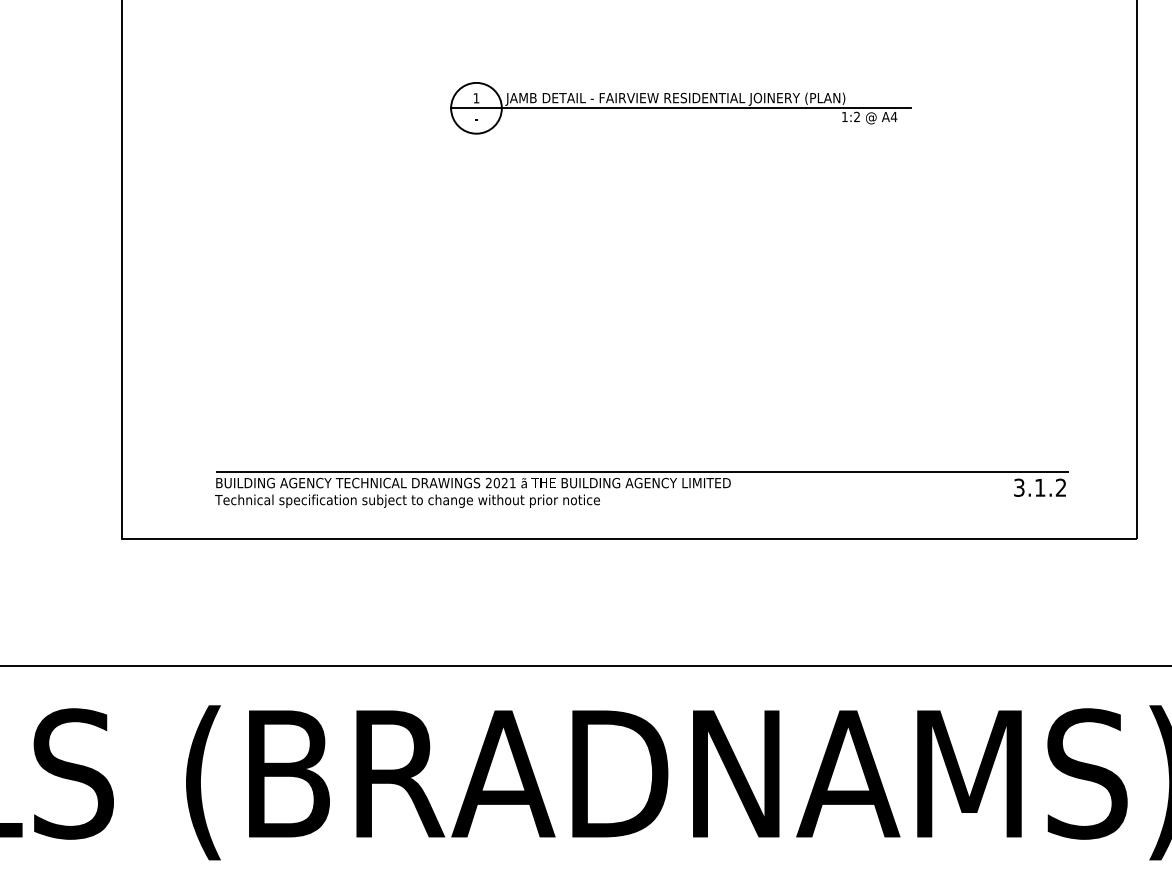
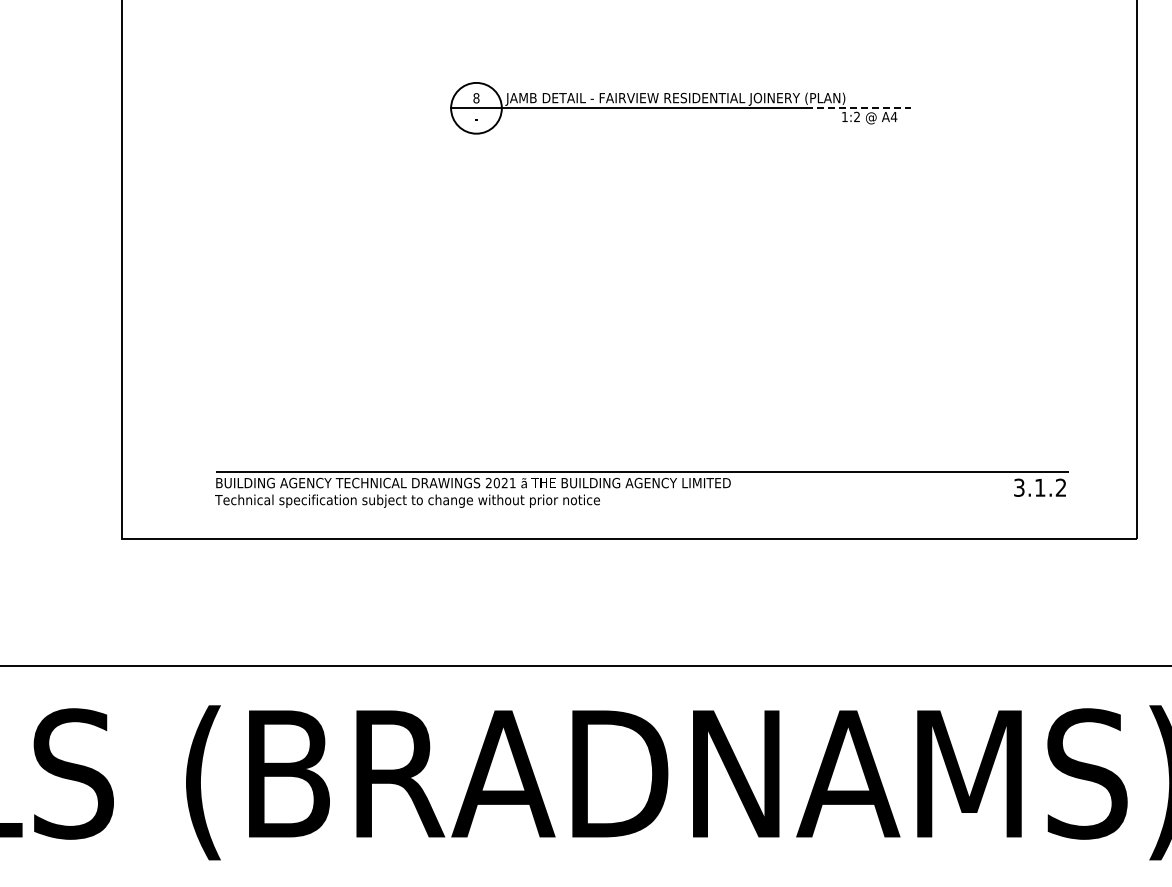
text at (476, 98): 1 -> 8
line at (859, 108): solid -> dashed
